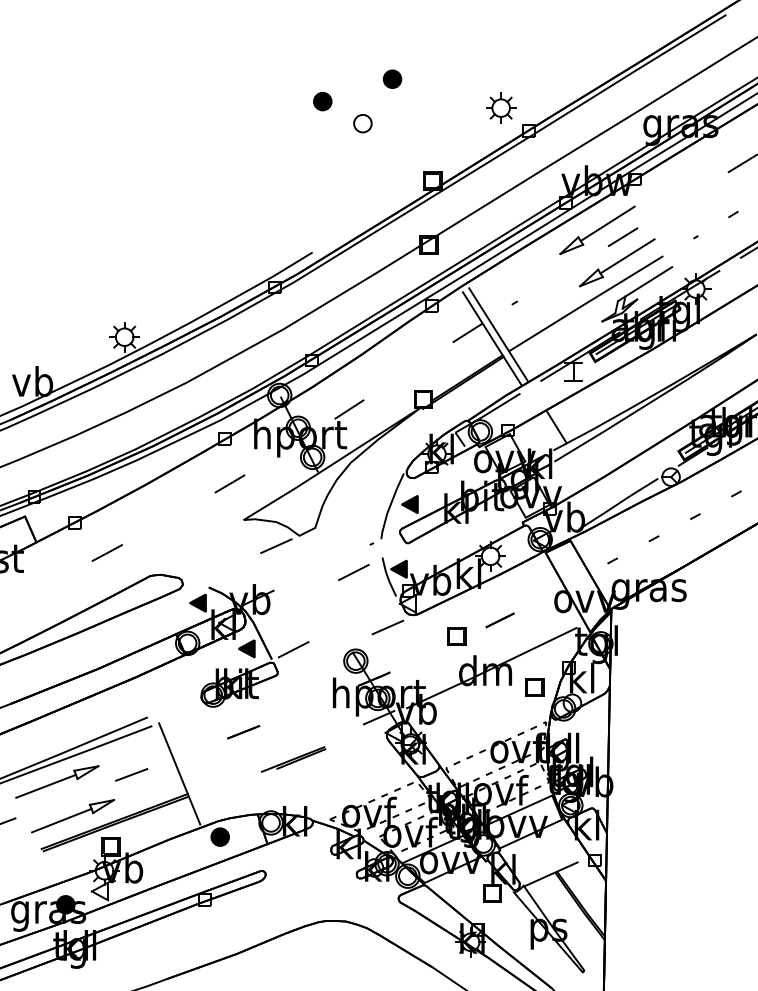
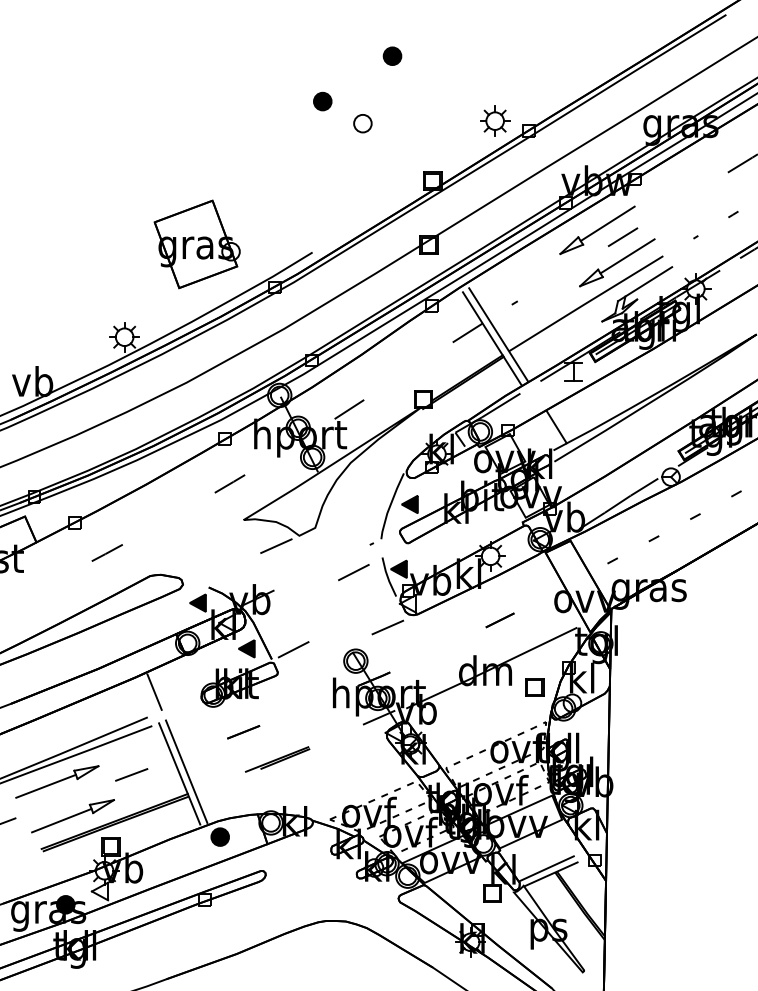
part at (392, 78) position: (392, 78) -> (392, 55)
part at (501, 107) position: (501, 107) -> (495, 120)
part at (196, 244): none -> present
part at (456, 636): present -> none
line at (154, 691): none -> present
part at (293, 759) position: (293, 759) -> (277, 759)
line at (186, 771): none -> present
line at (546, 868): none -> present
